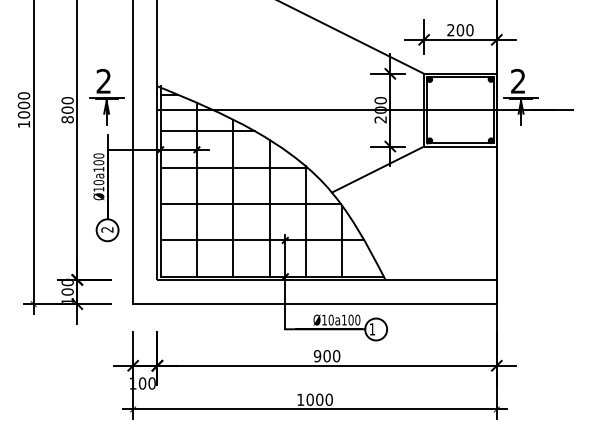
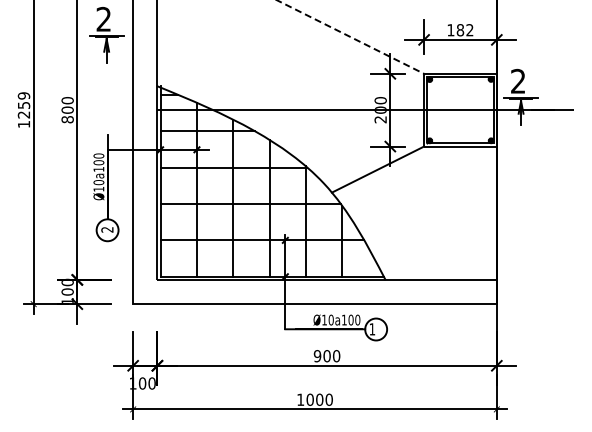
text at (460, 30): 200 -> 182
line at (350, 37): solid -> dashed
part at (106, 97) position: (106, 97) -> (106, 35)
text at (23, 105): 1000 -> 1259
